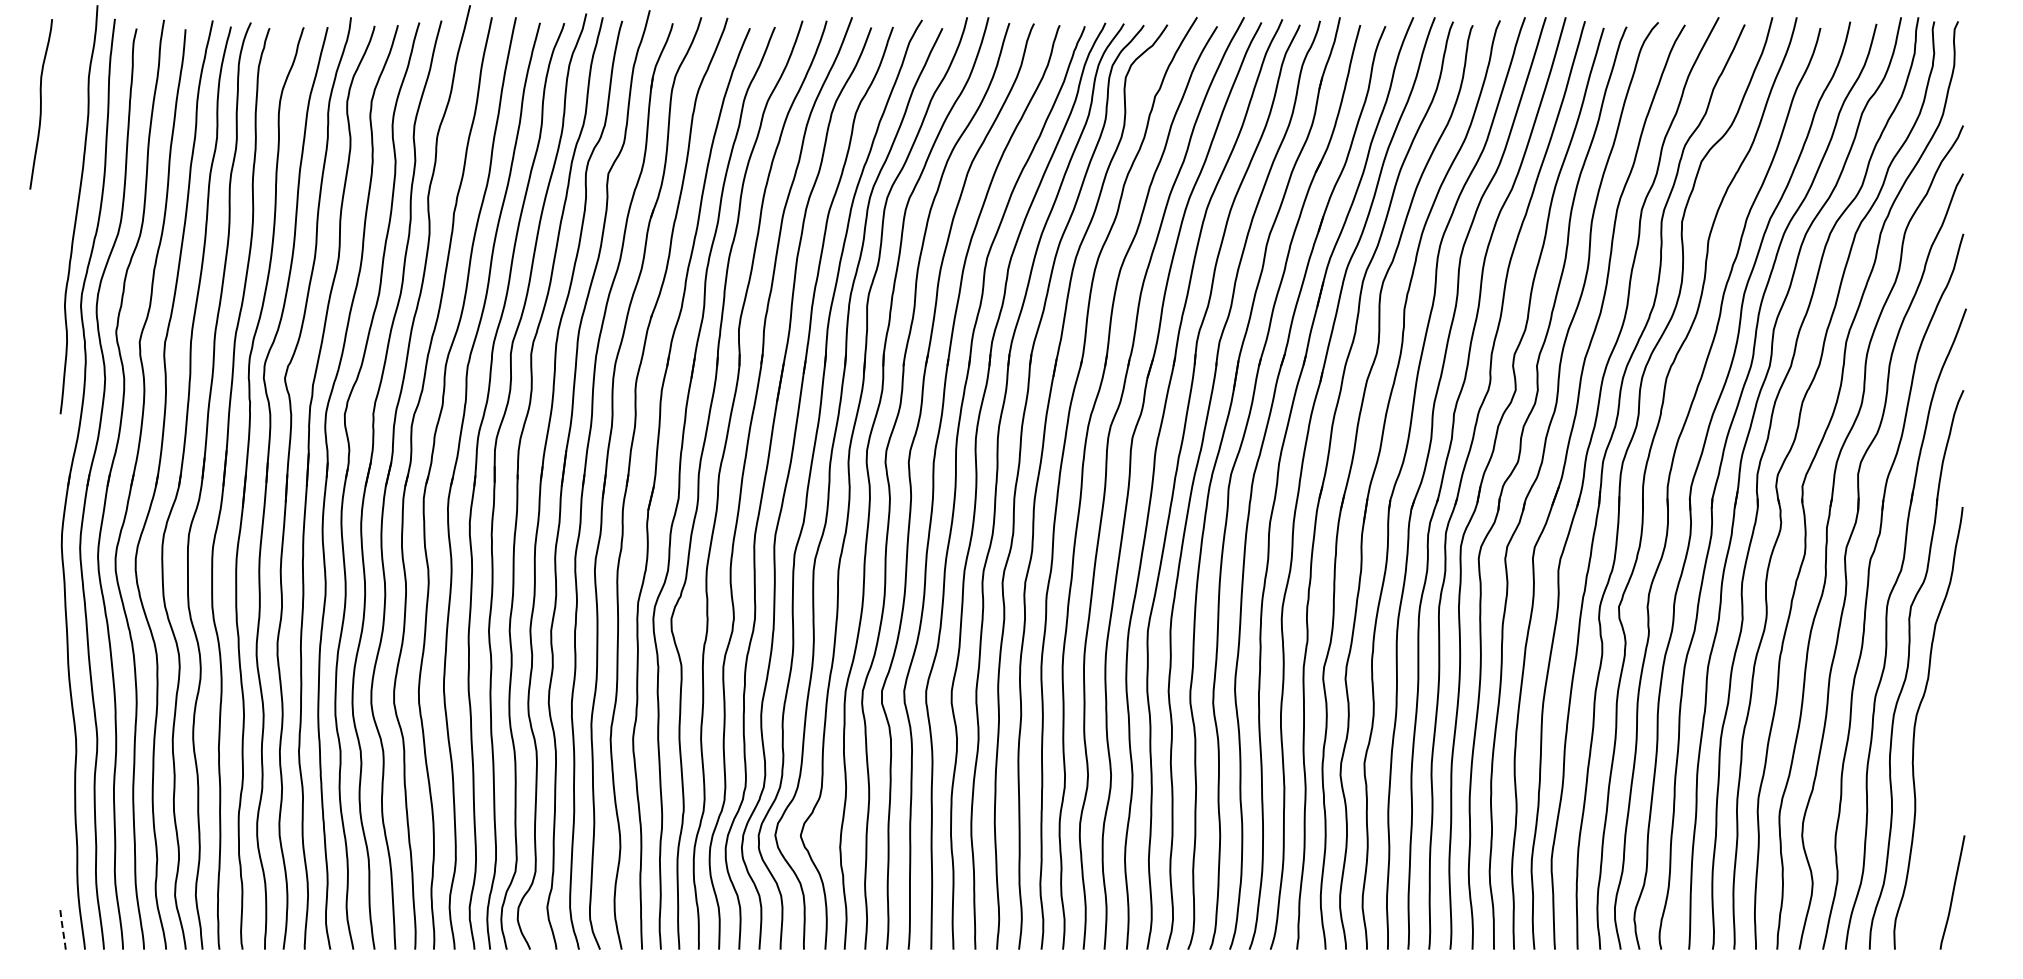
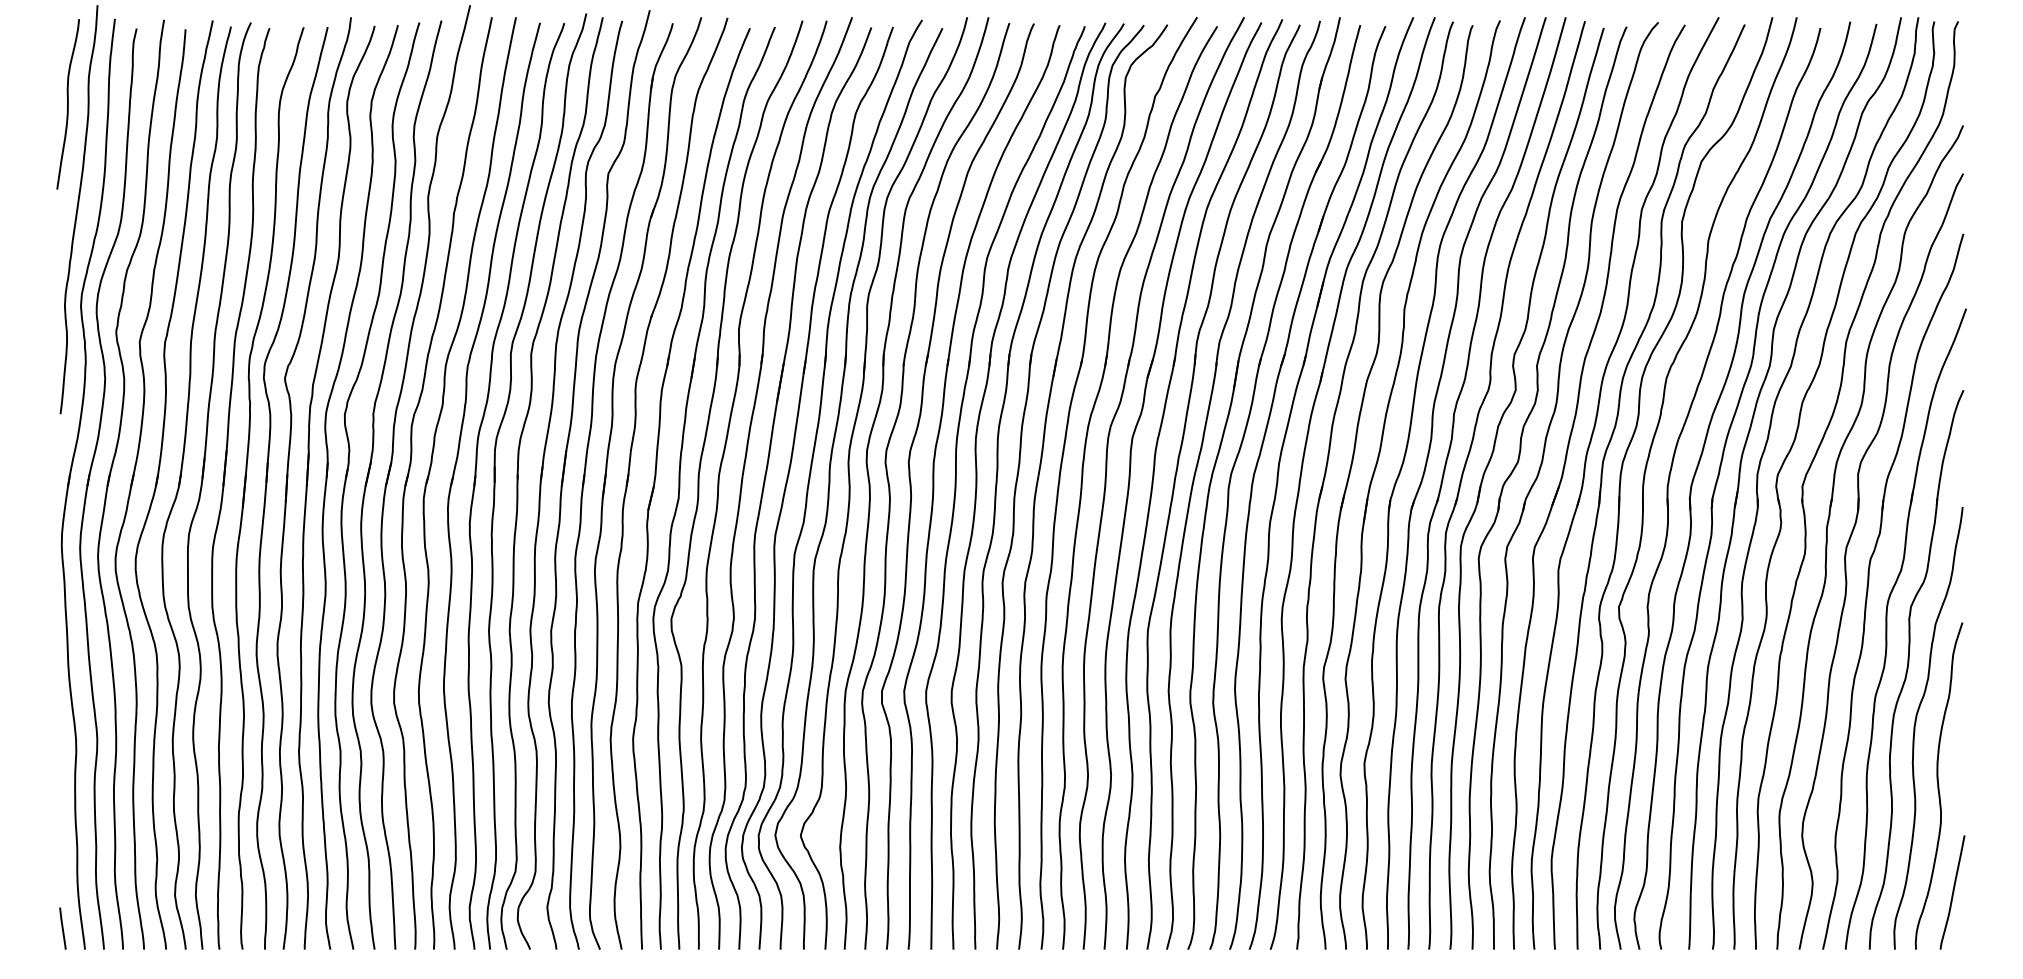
curve at (40, 104) position: (40, 104) -> (67, 104)
curve at (1938, 785): none -> present
line at (62, 928): dashed -> solid
